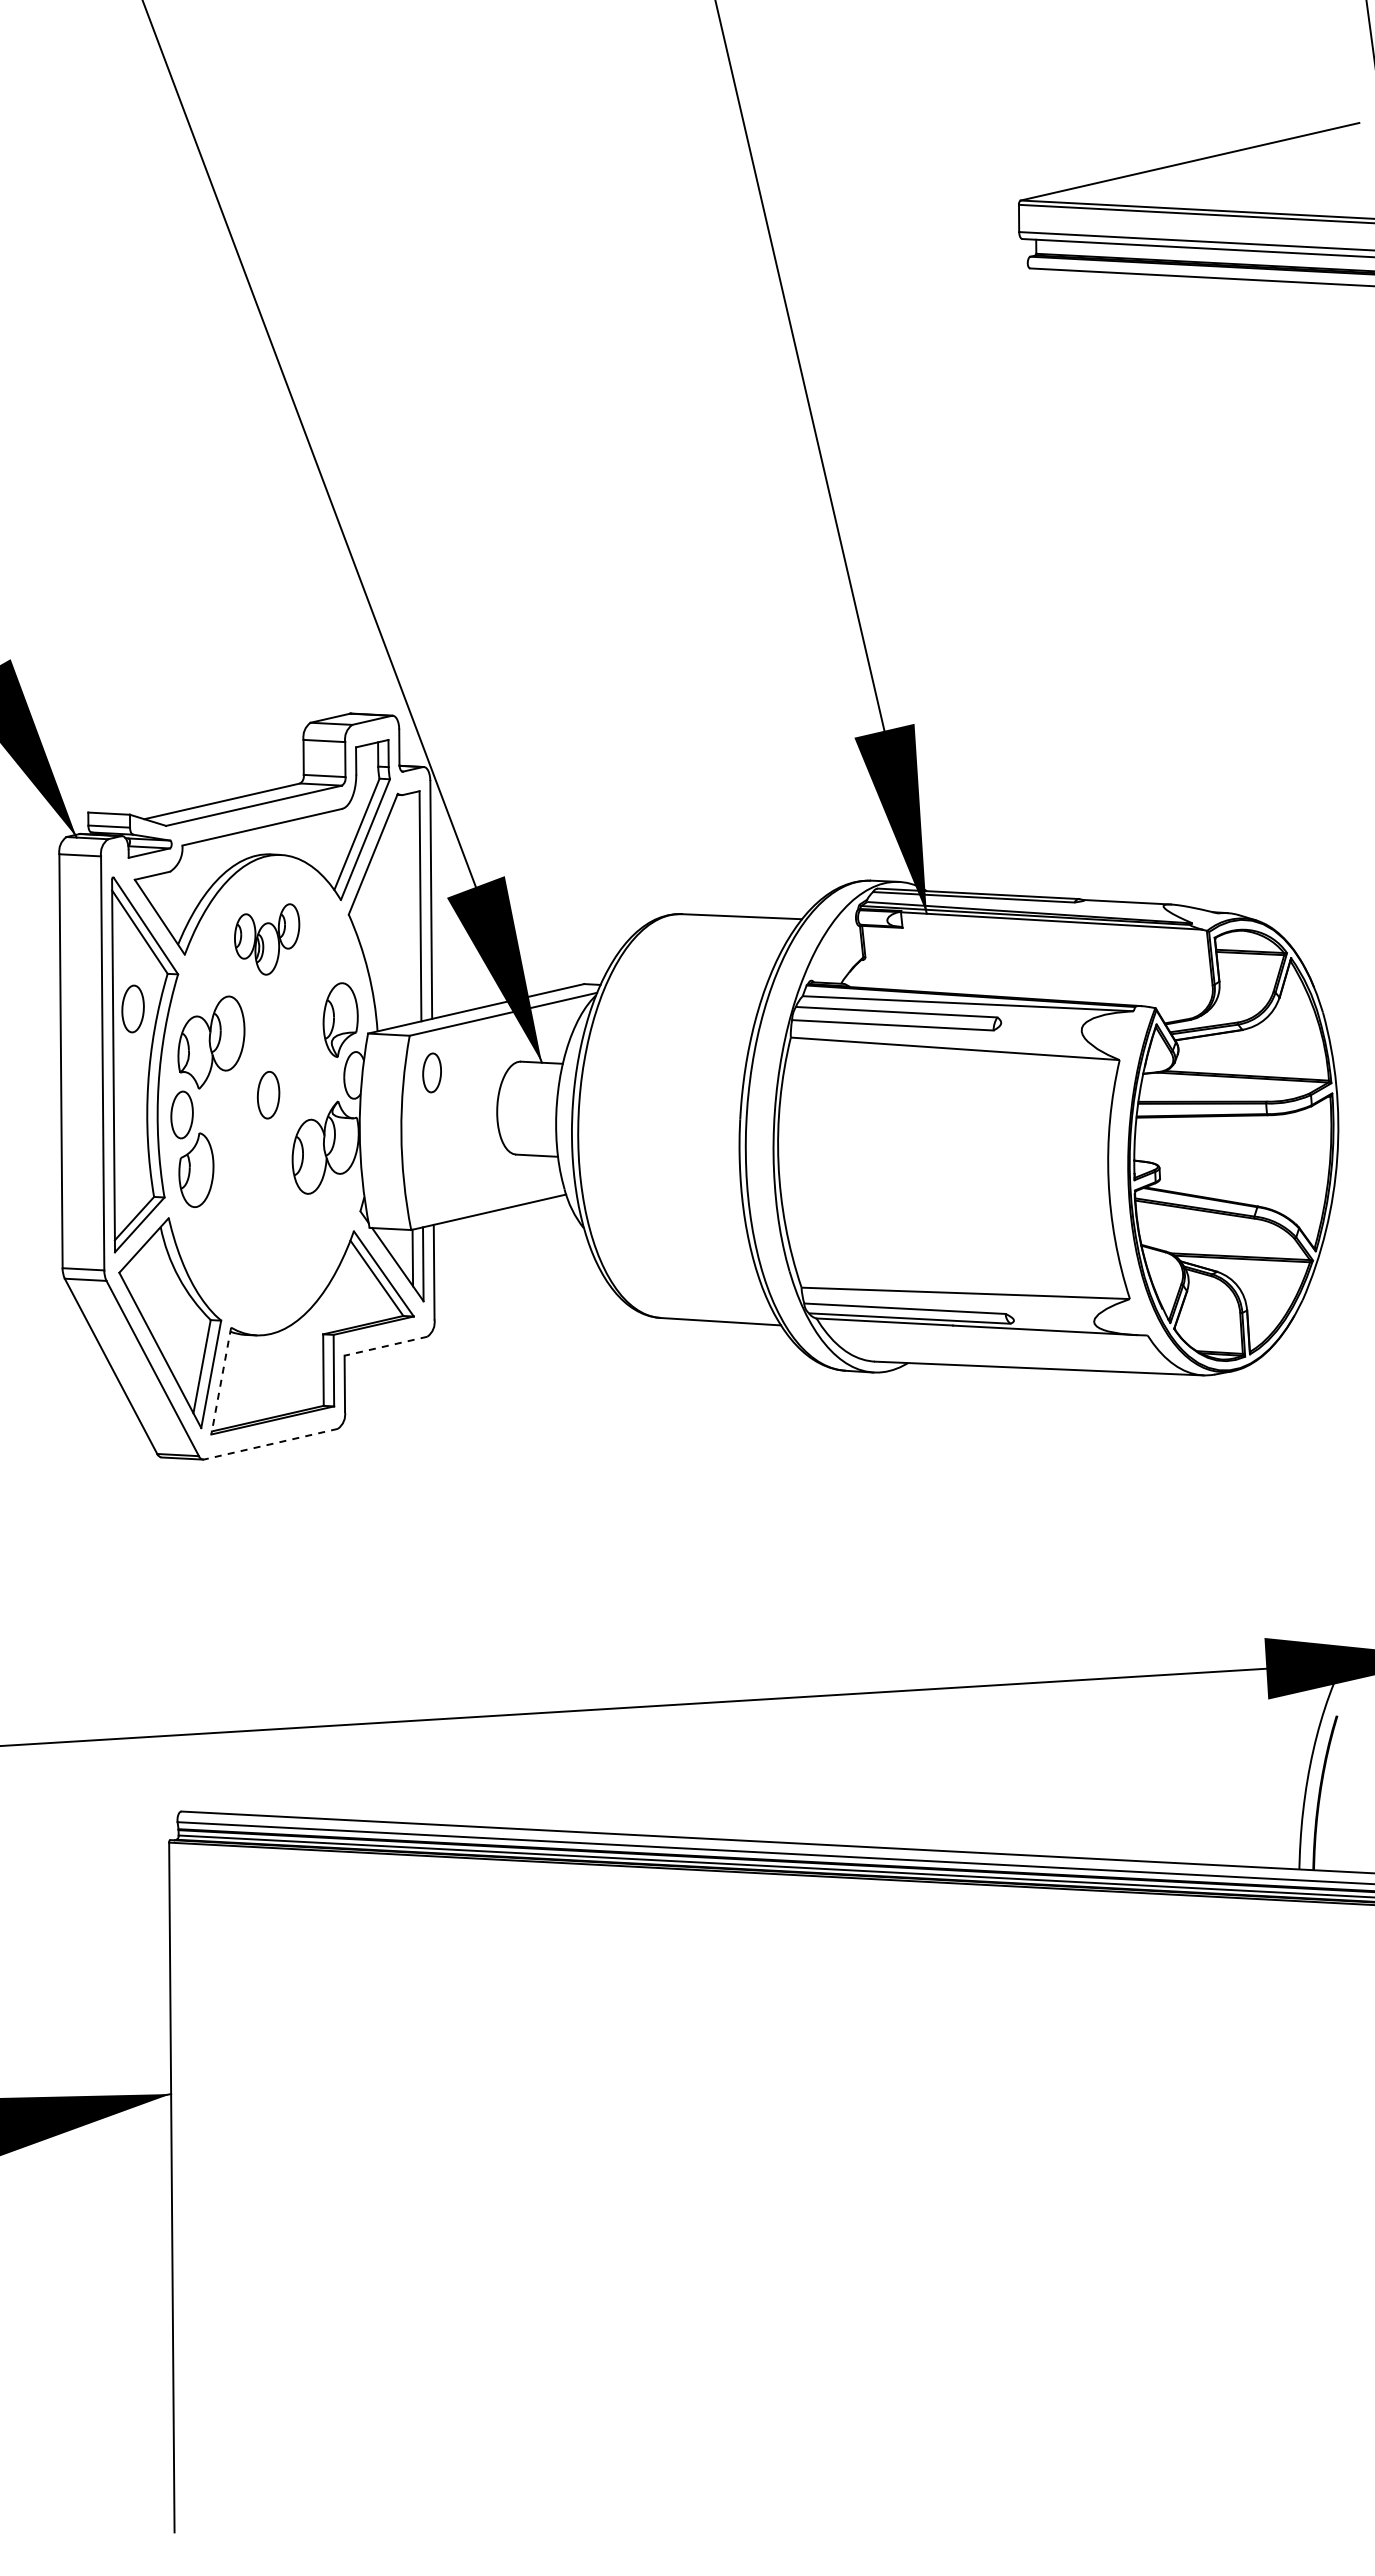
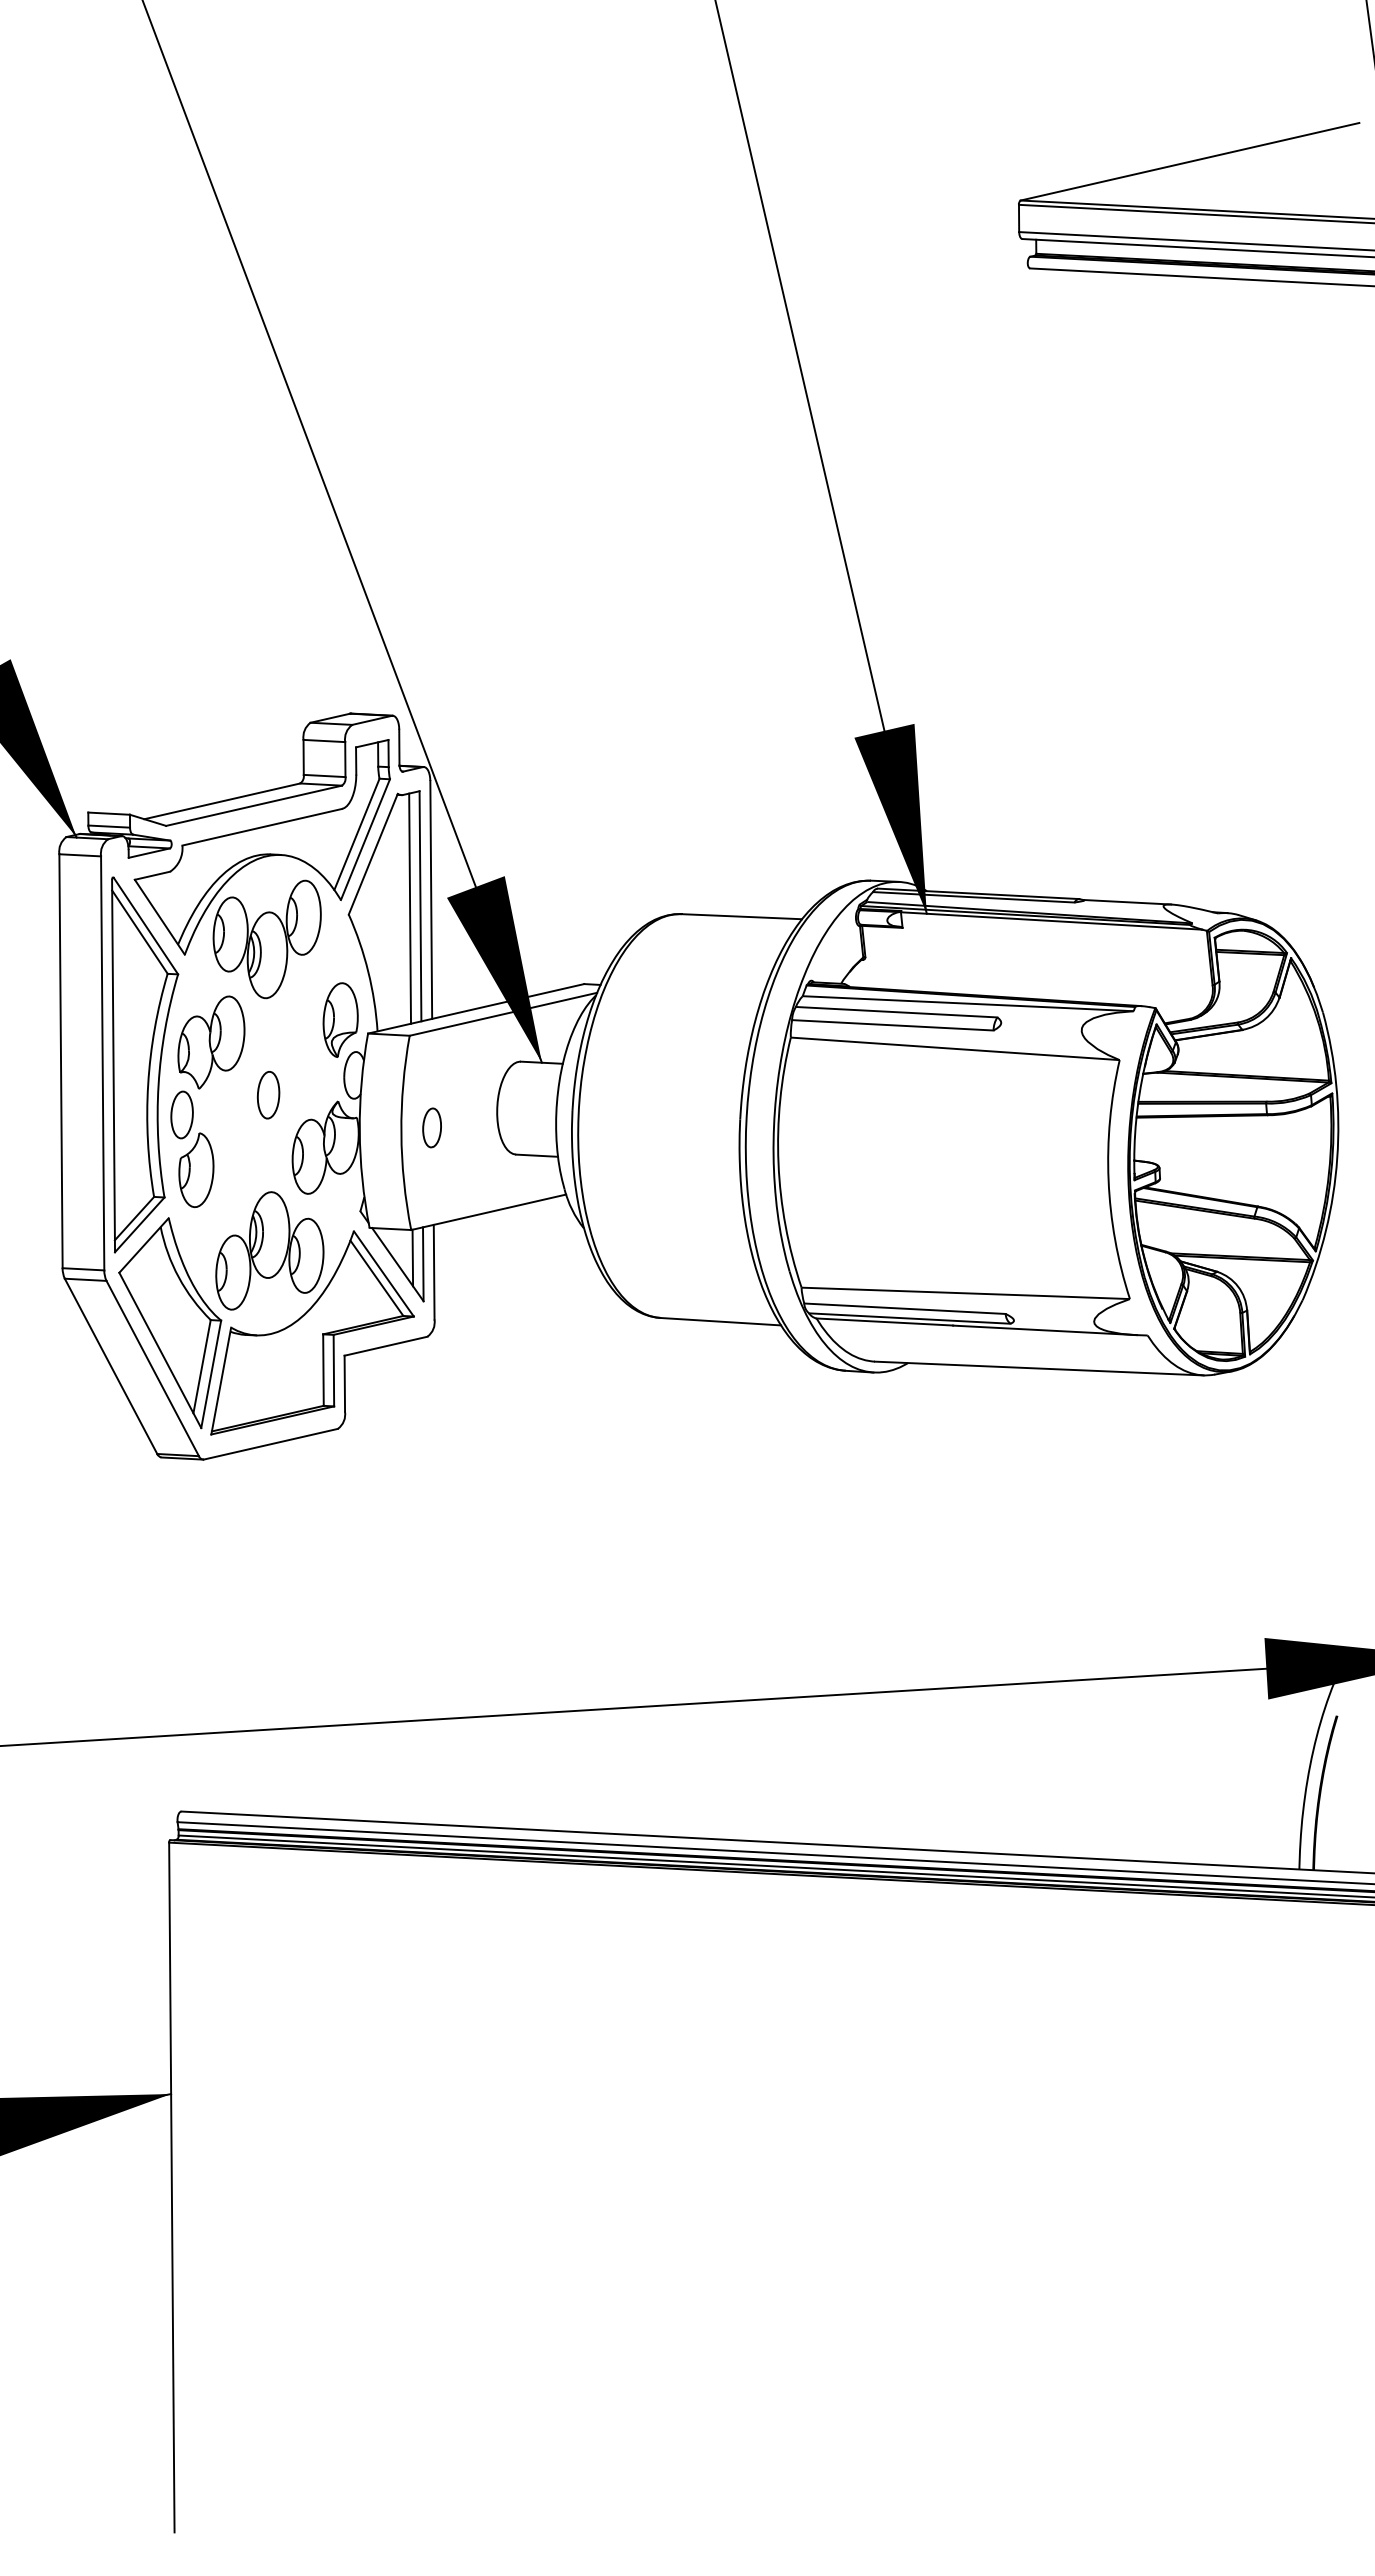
line at (410, 908): none -> present
part at (267, 939) size: 67x73 px -> 110x121 px
part at (132, 1008): present -> none
part at (431, 1072) position: (431, 1072) -> (431, 1127)
part at (269, 1250): none -> present
line at (386, 1346): dashed -> solid
line at (221, 1381): dashed -> solid
line at (271, 1444): dashed -> solid
